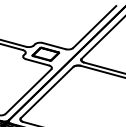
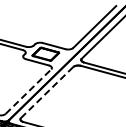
line at (28, 91): solid -> dashed
line at (46, 92): solid -> dashed
